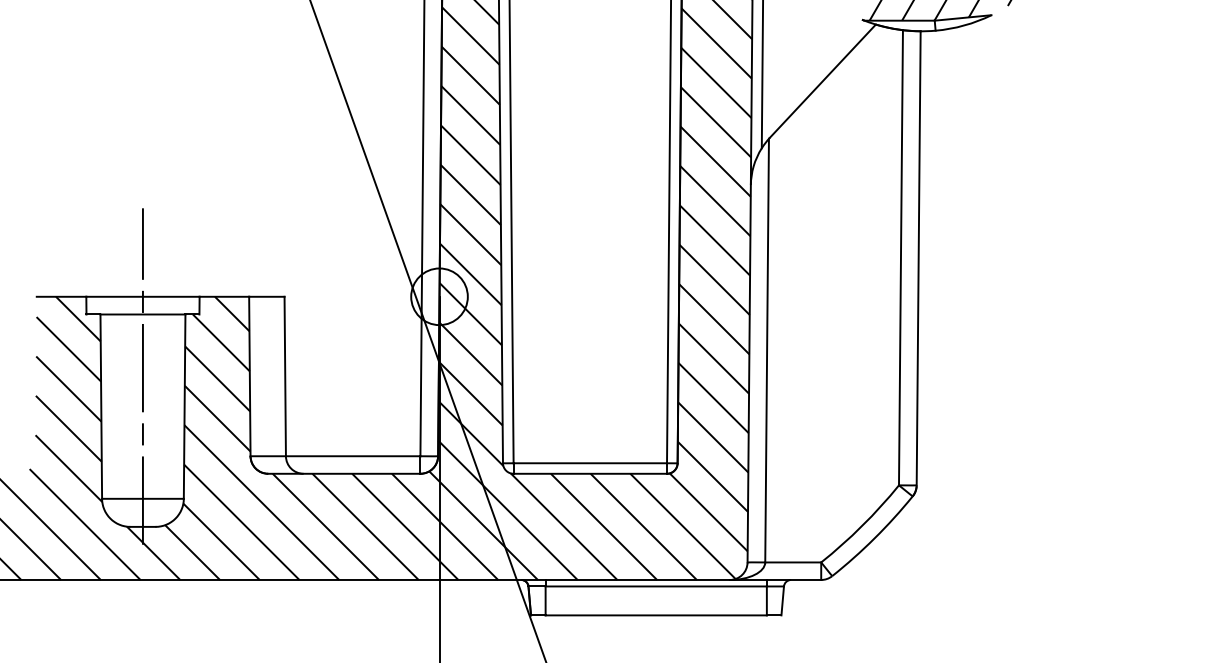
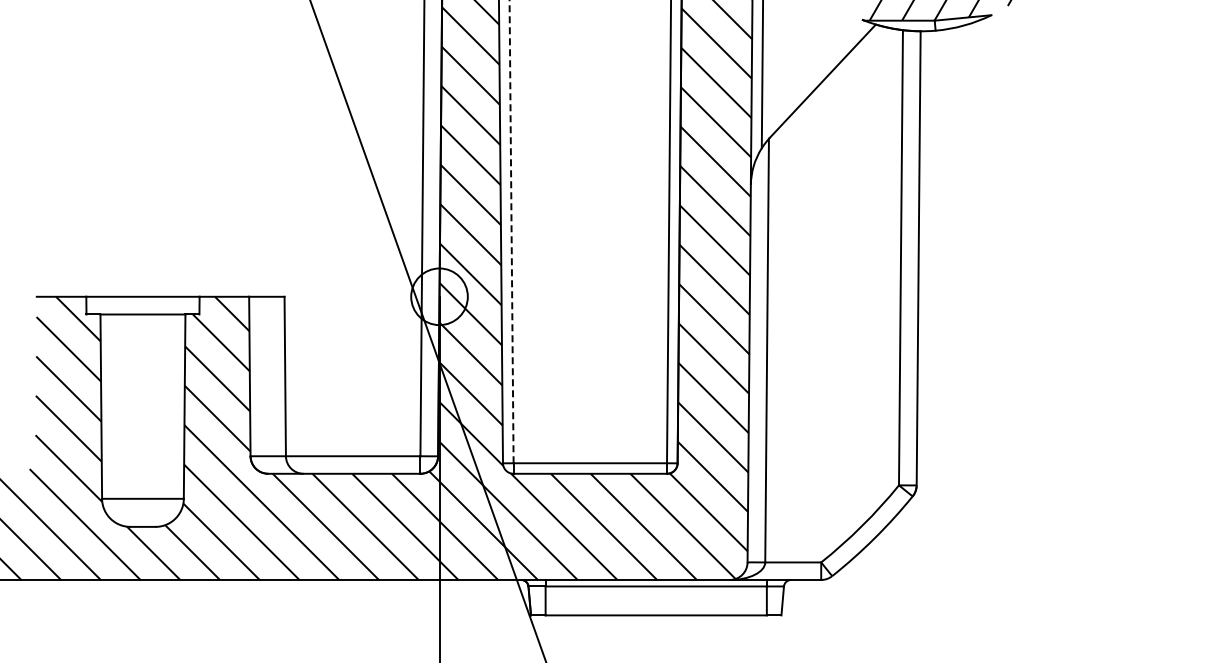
line at (511, 231): solid -> dashed
line at (142, 376): present -> none
